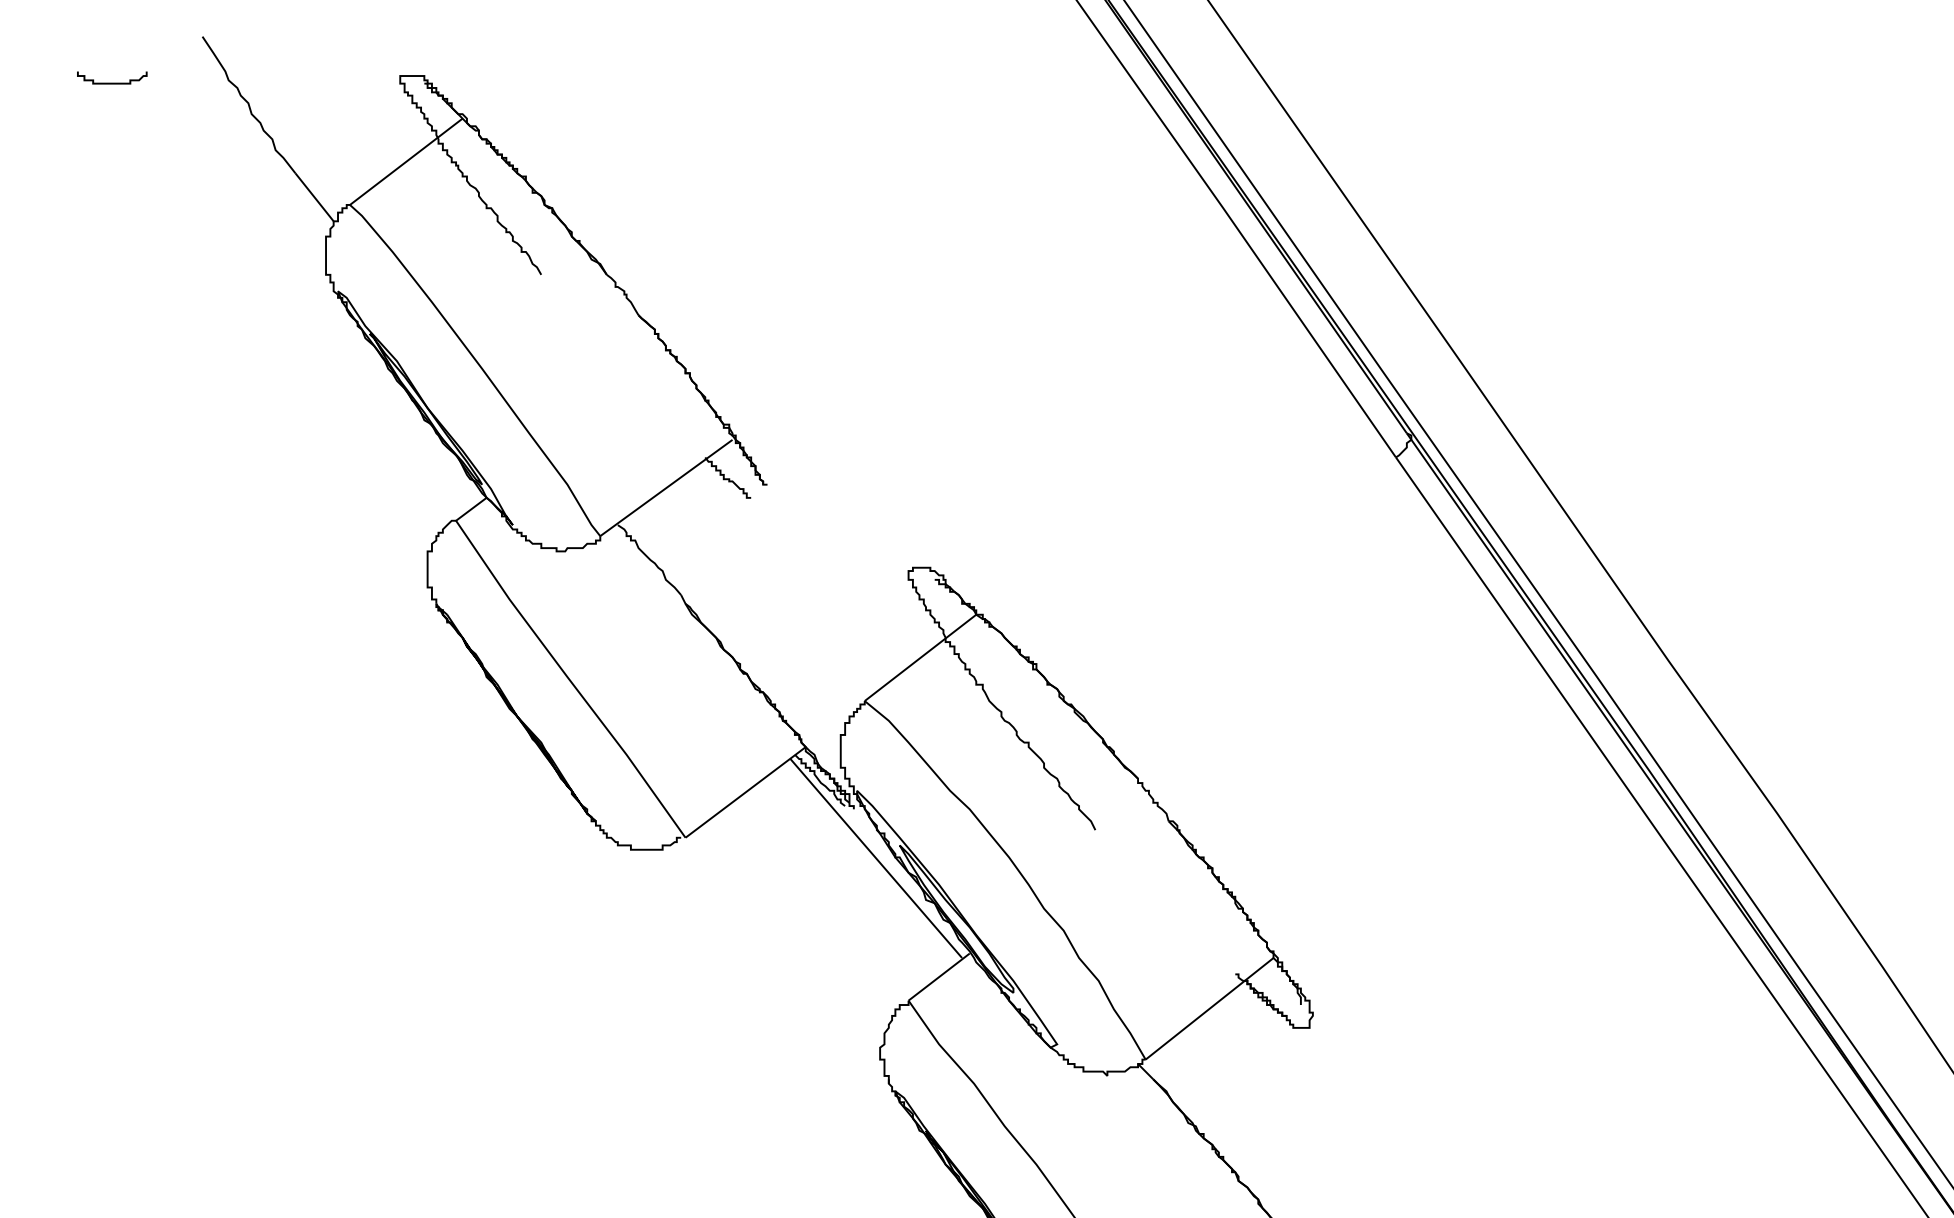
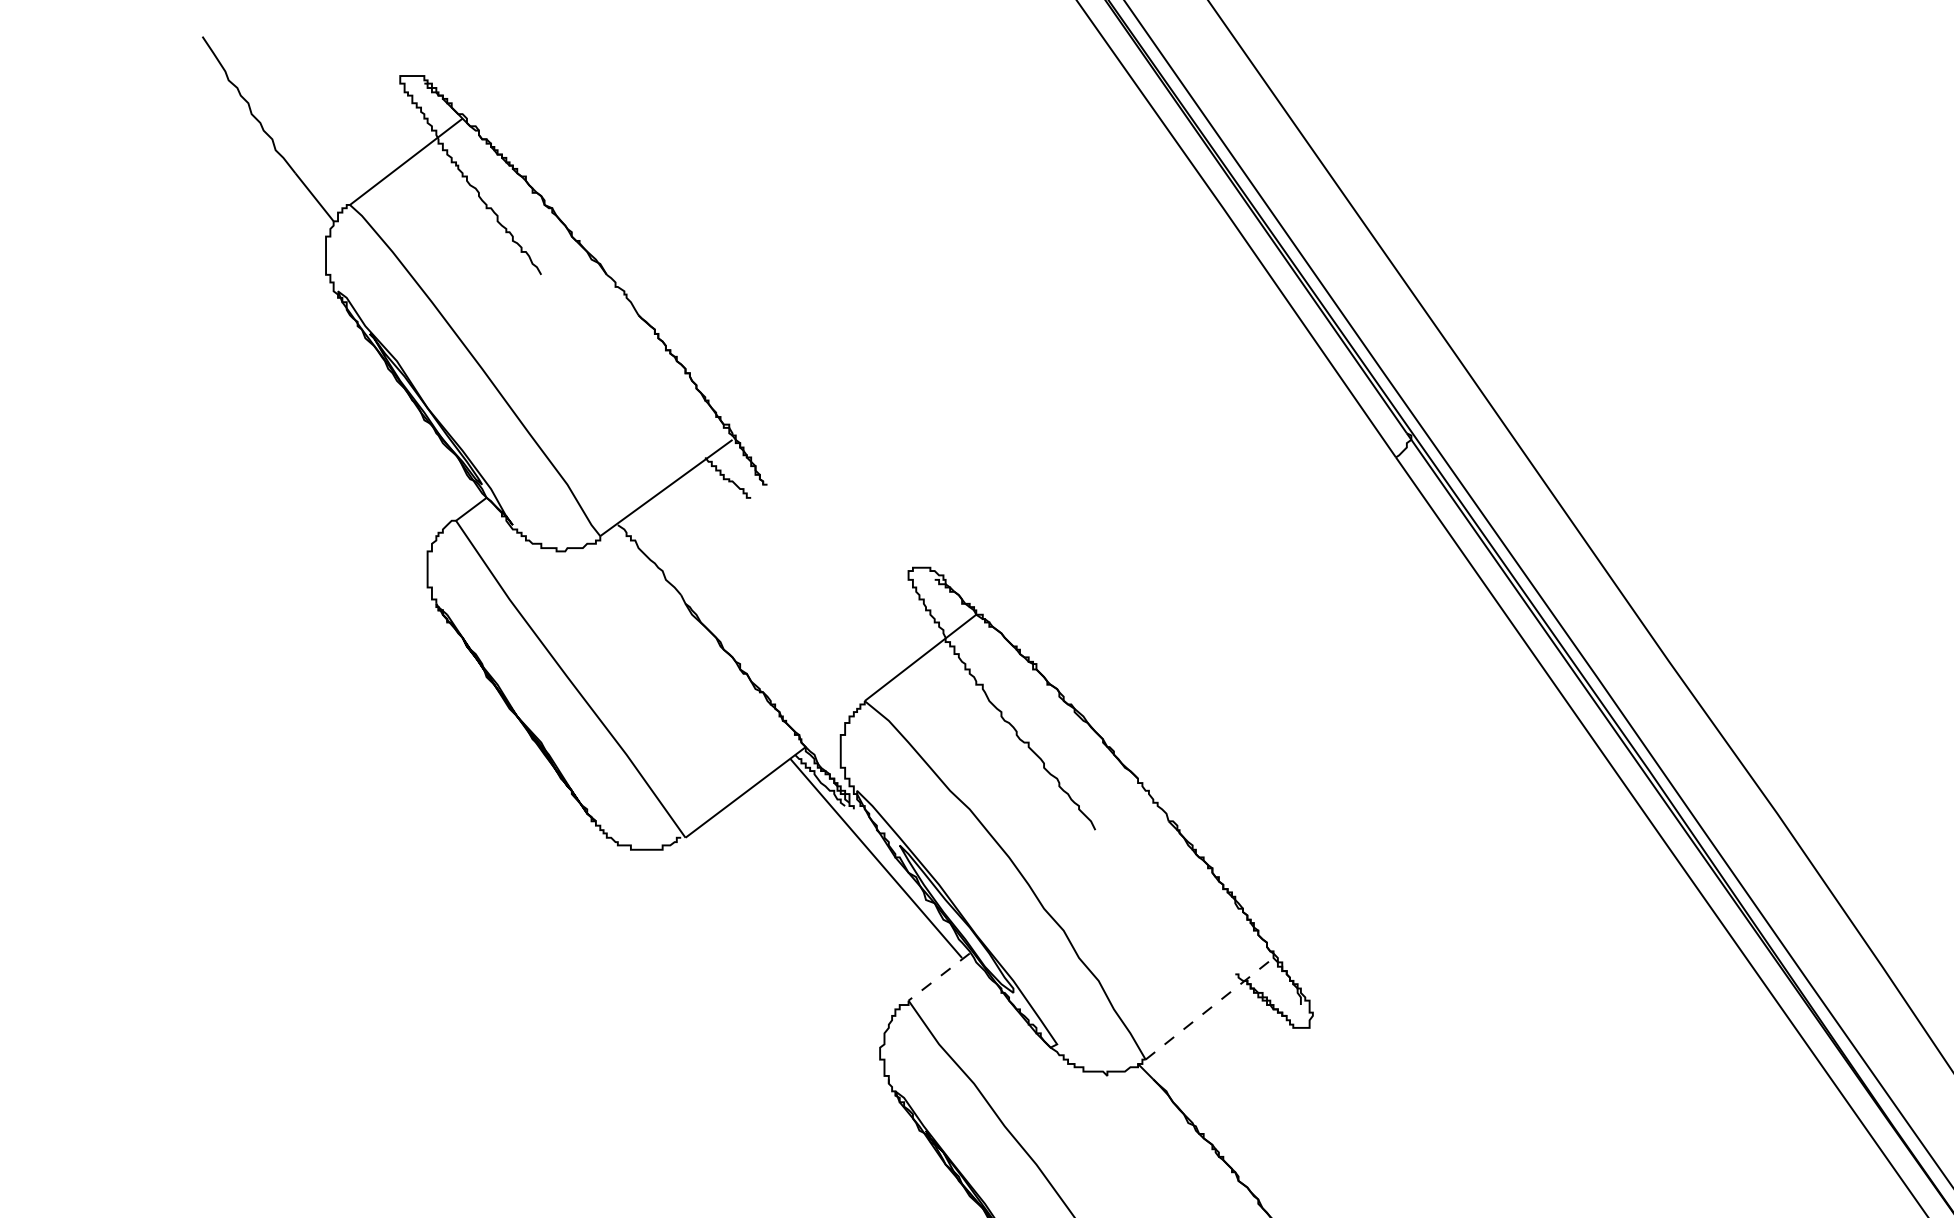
curve at (112, 82): present -> none
line at (939, 977): solid -> dashed
line at (1209, 1008): solid -> dashed
